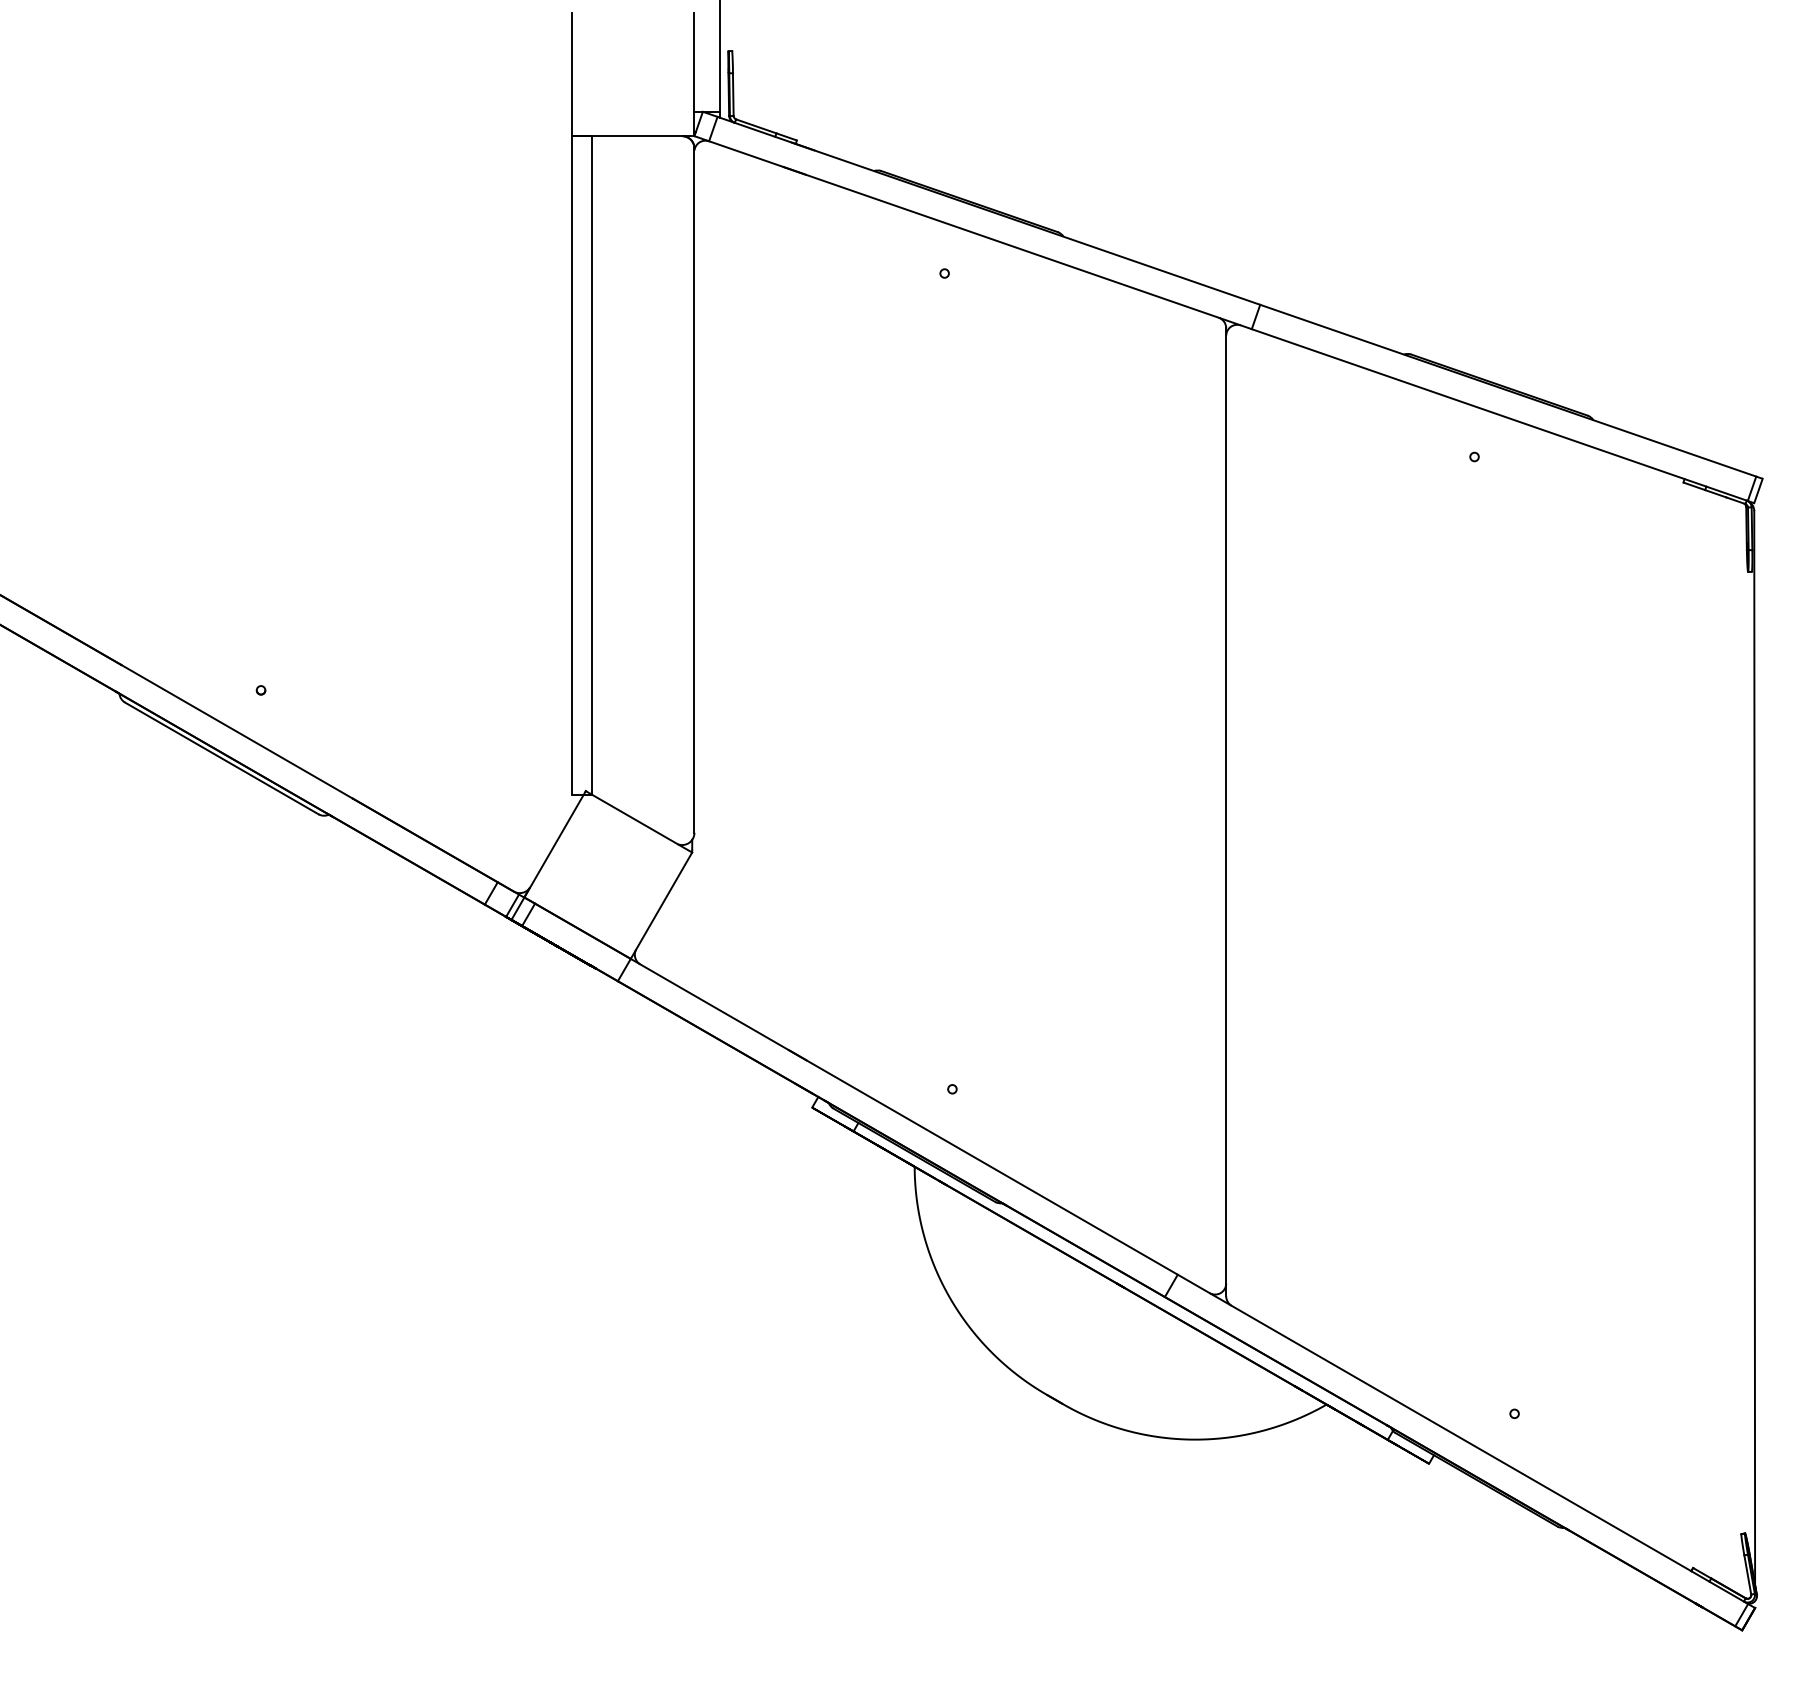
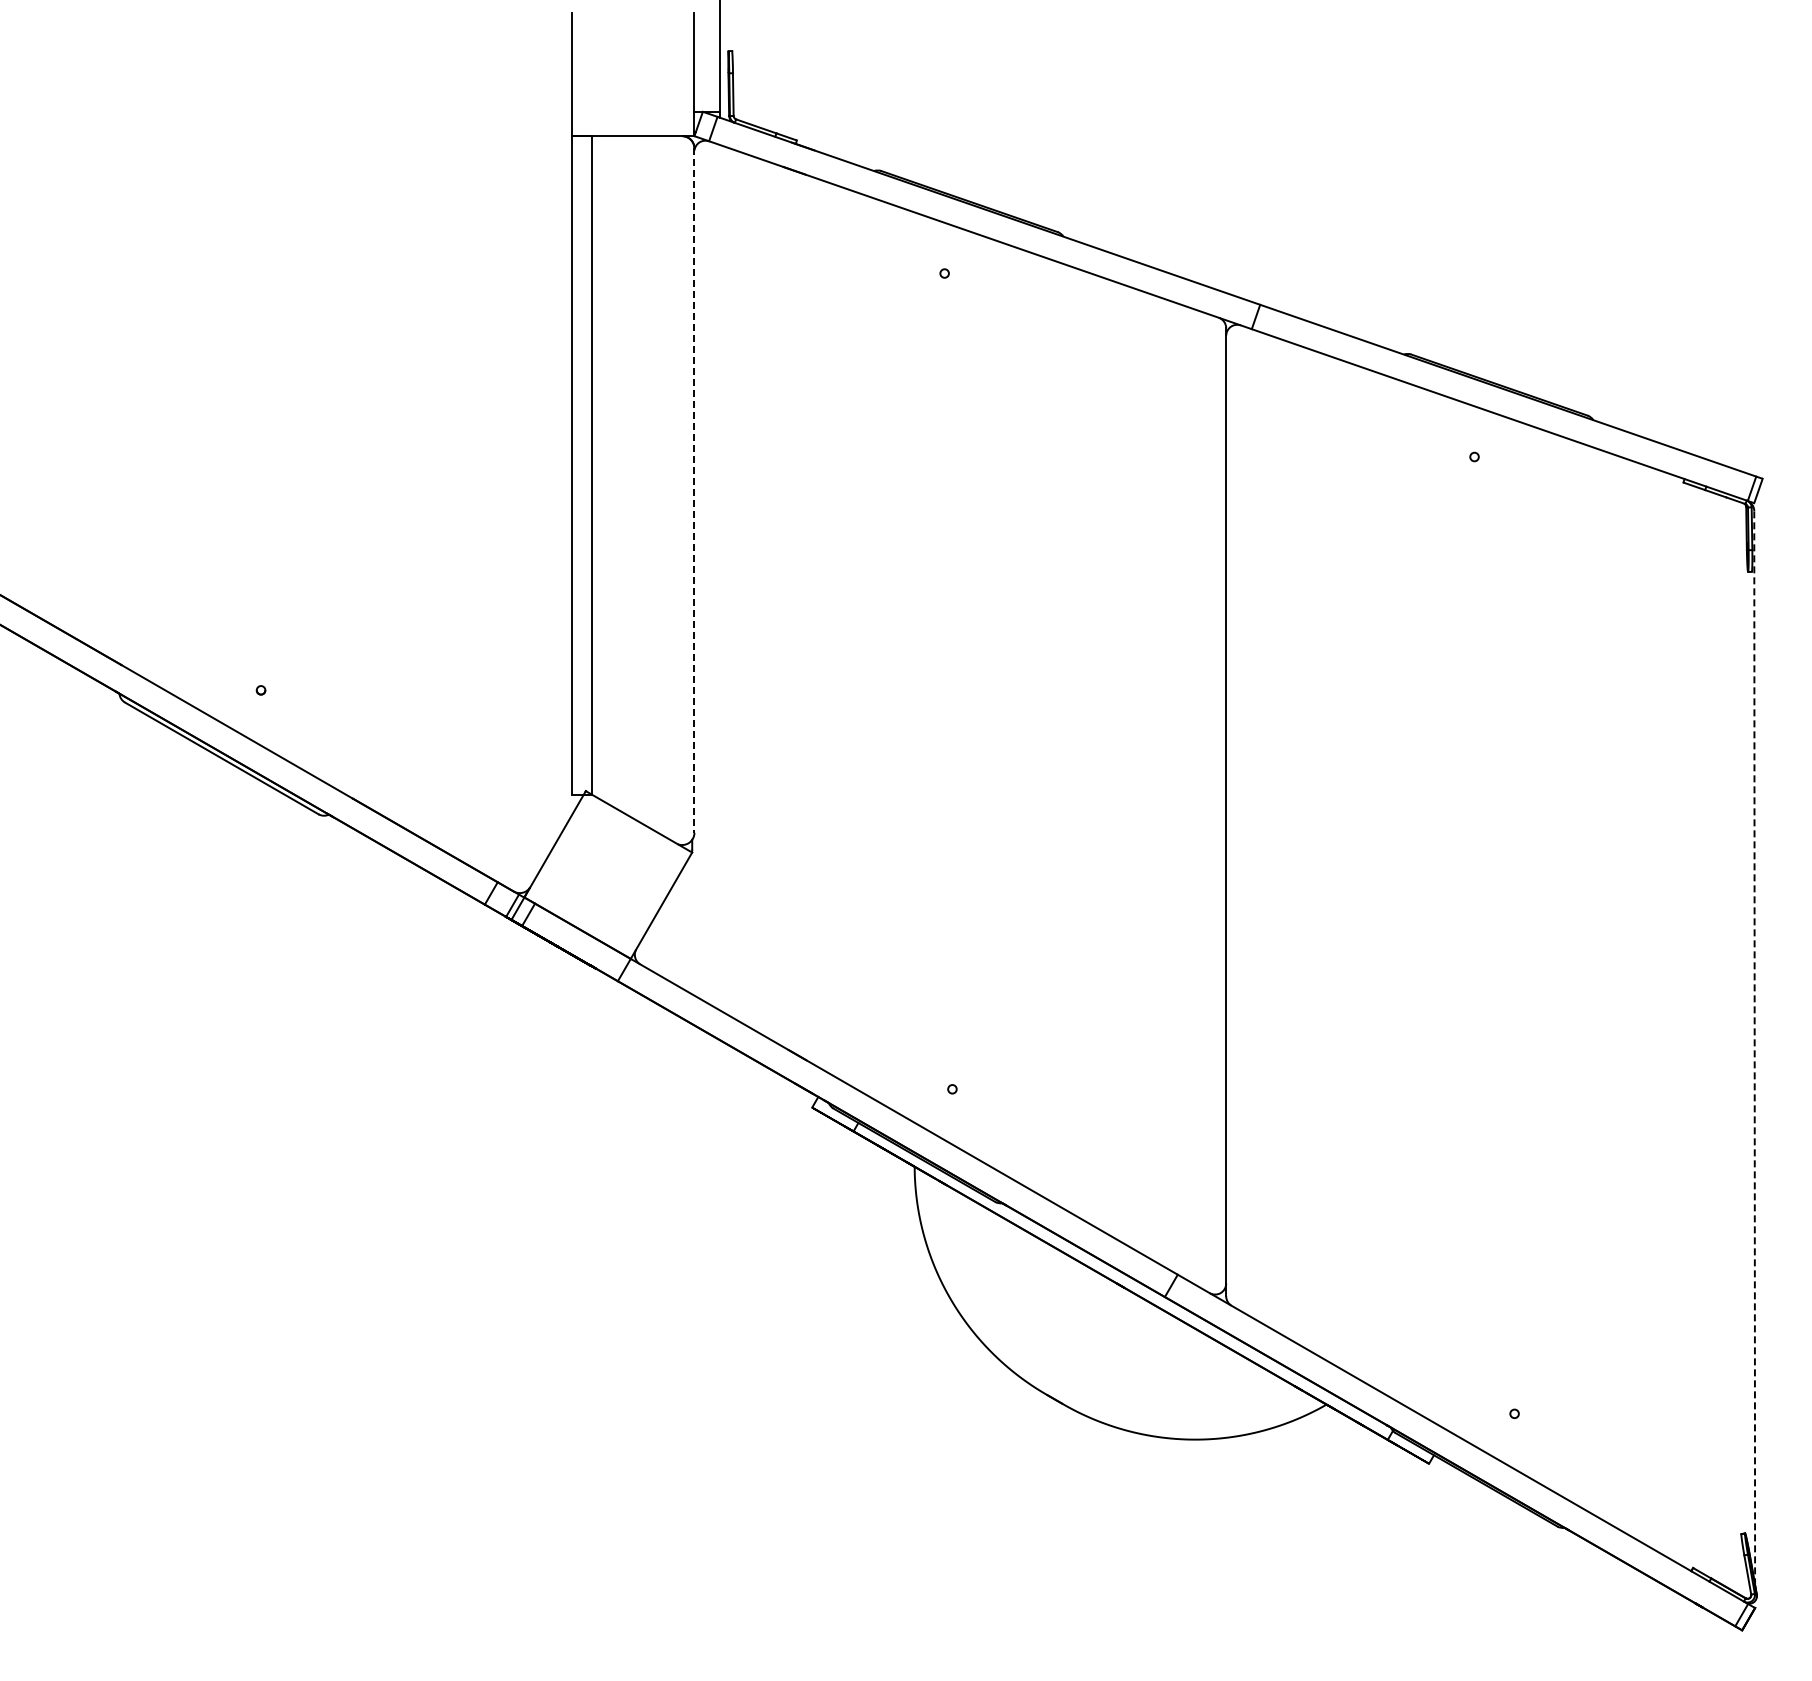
line at (694, 491): solid -> dashed
line at (1754, 1047): solid -> dashed
